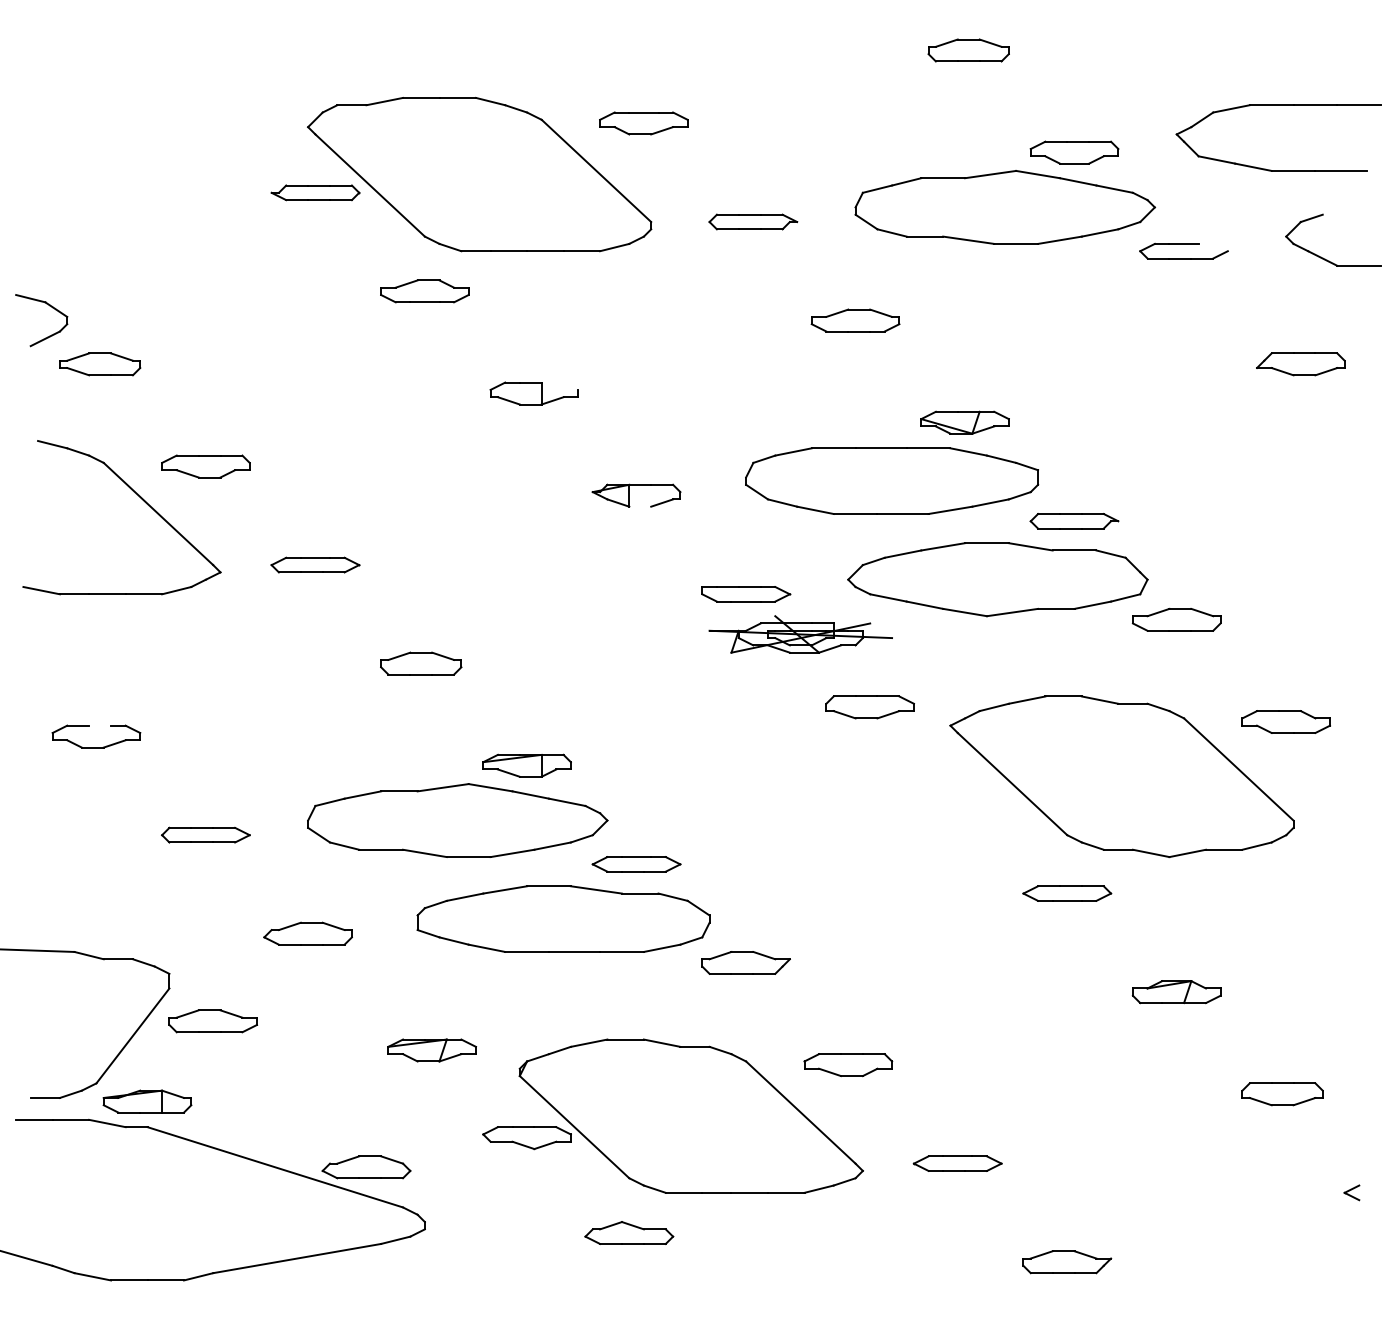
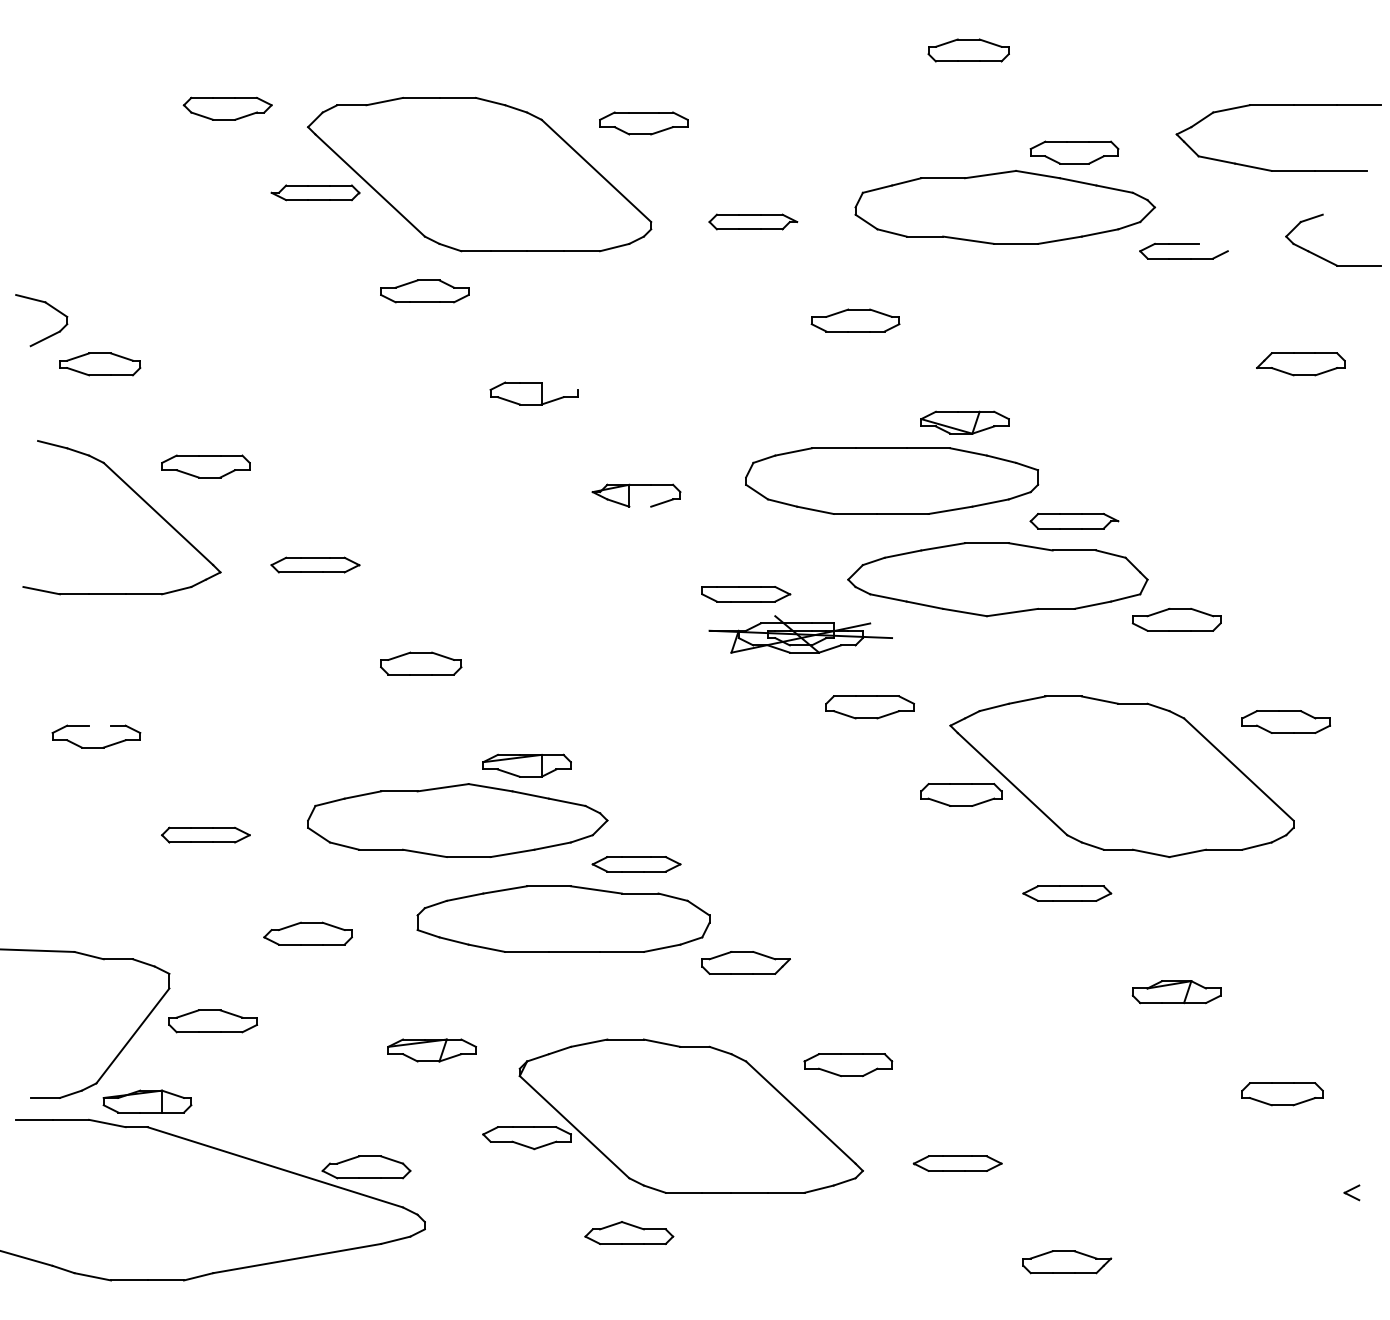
part at (227, 108): none -> present
part at (961, 794): none -> present
